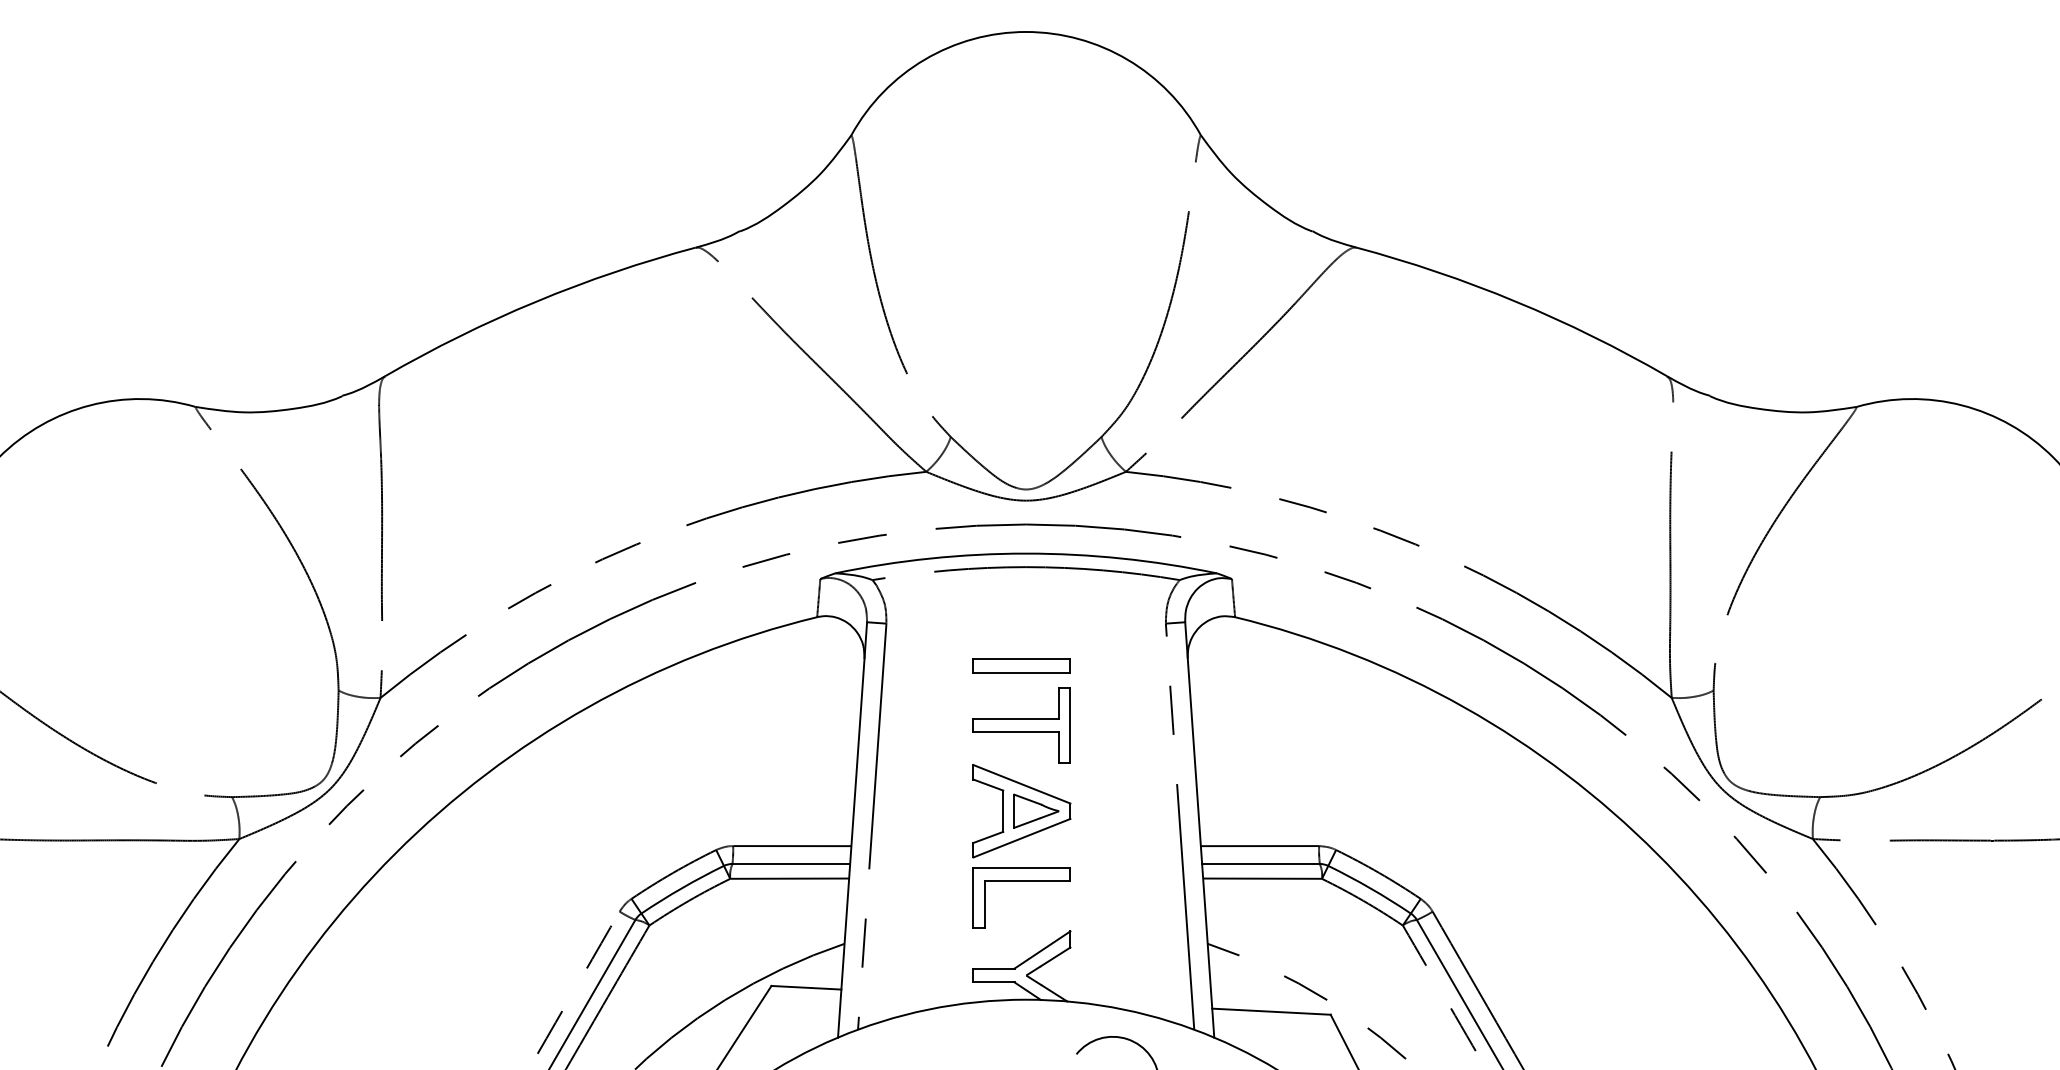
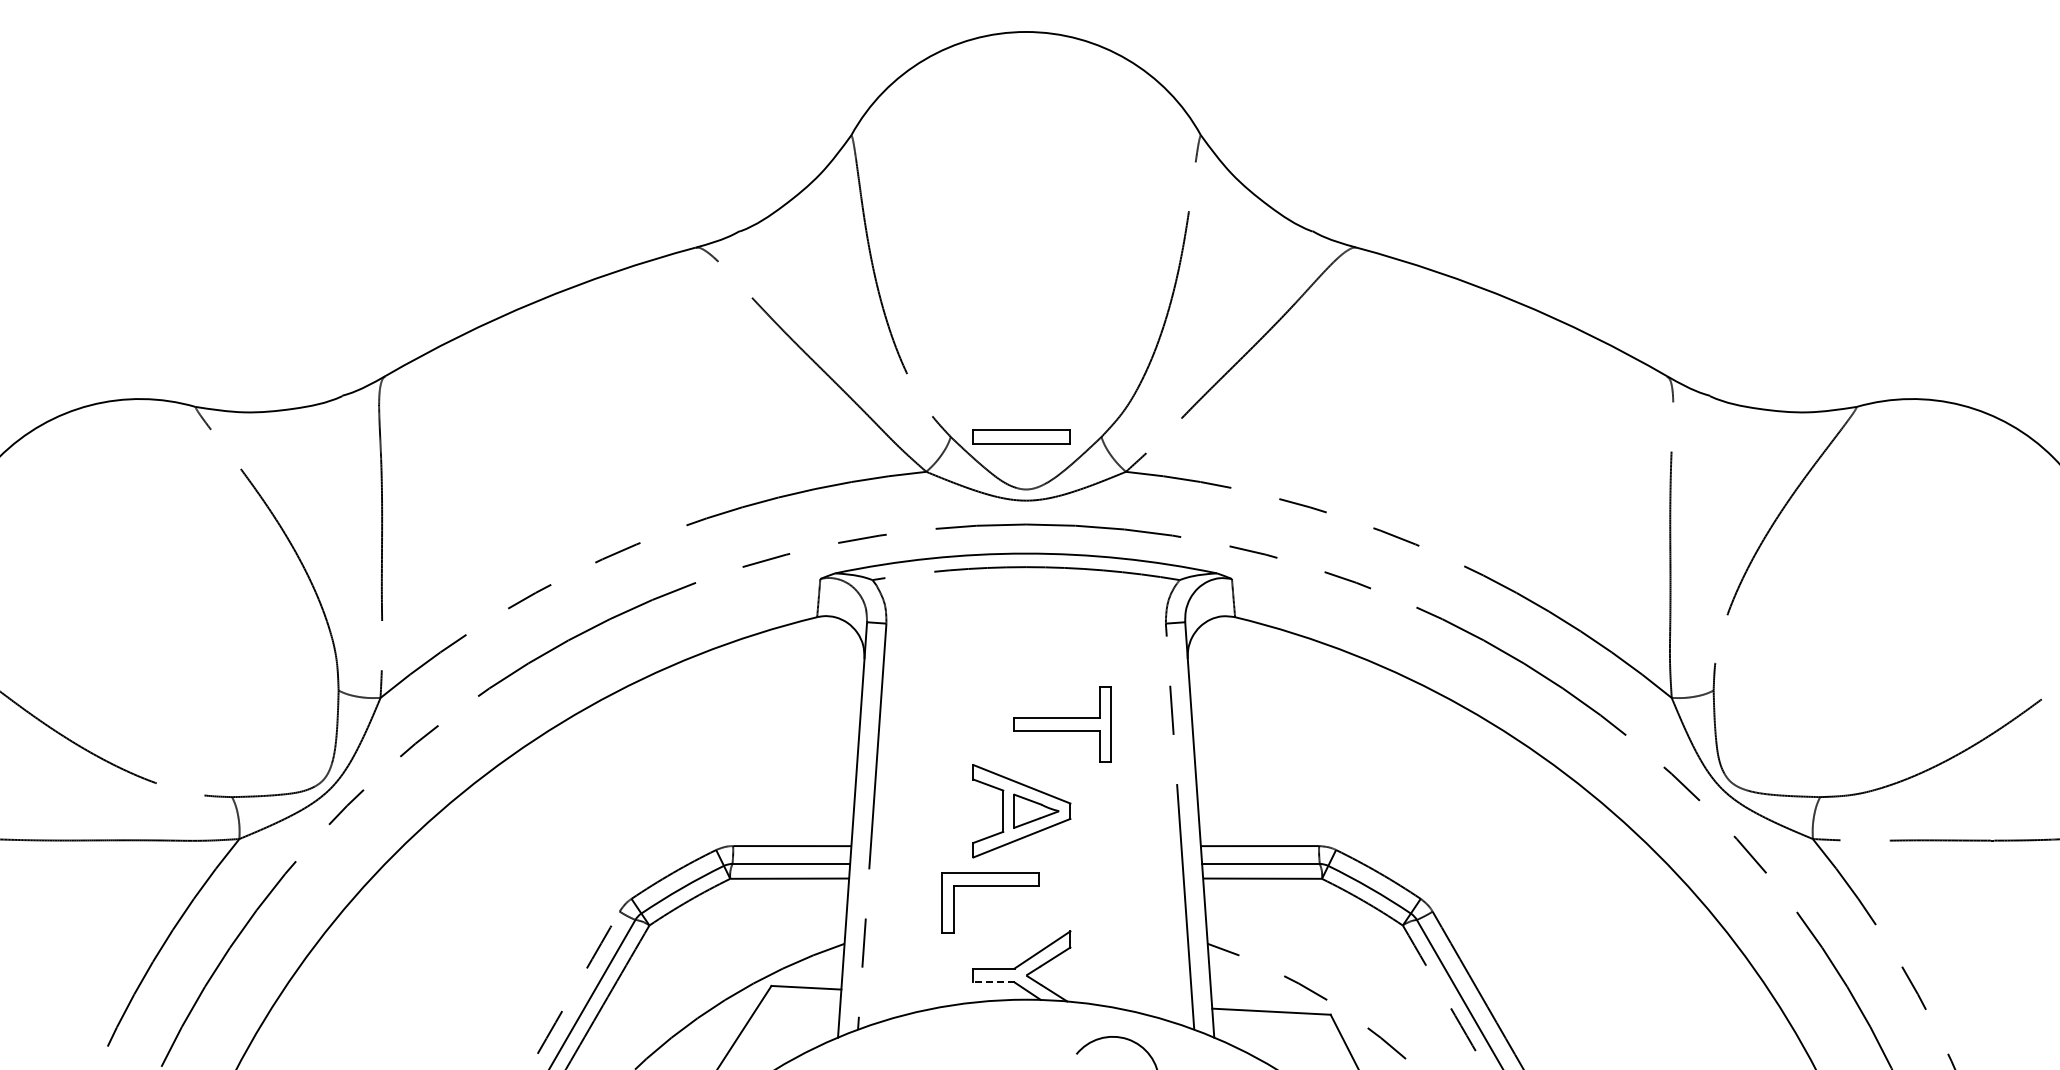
part at (1021, 665) position: (1021, 665) -> (1021, 436)
part at (1021, 725) position: (1021, 725) -> (1062, 724)
part at (1021, 881) position: (1021, 881) -> (990, 886)
line at (993, 982): solid -> dashed
